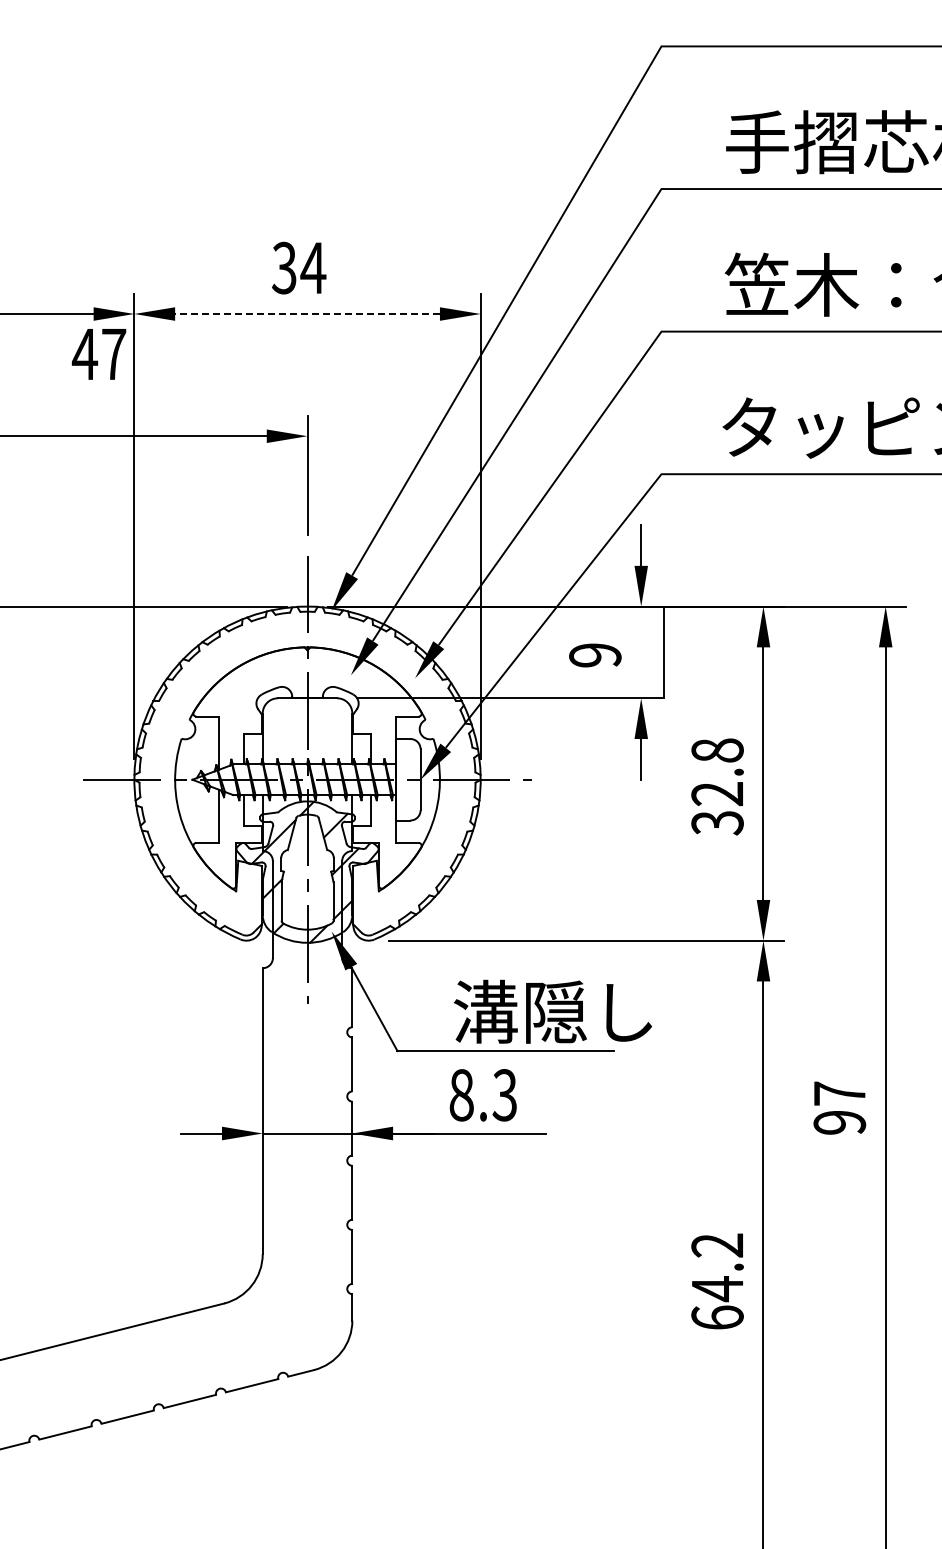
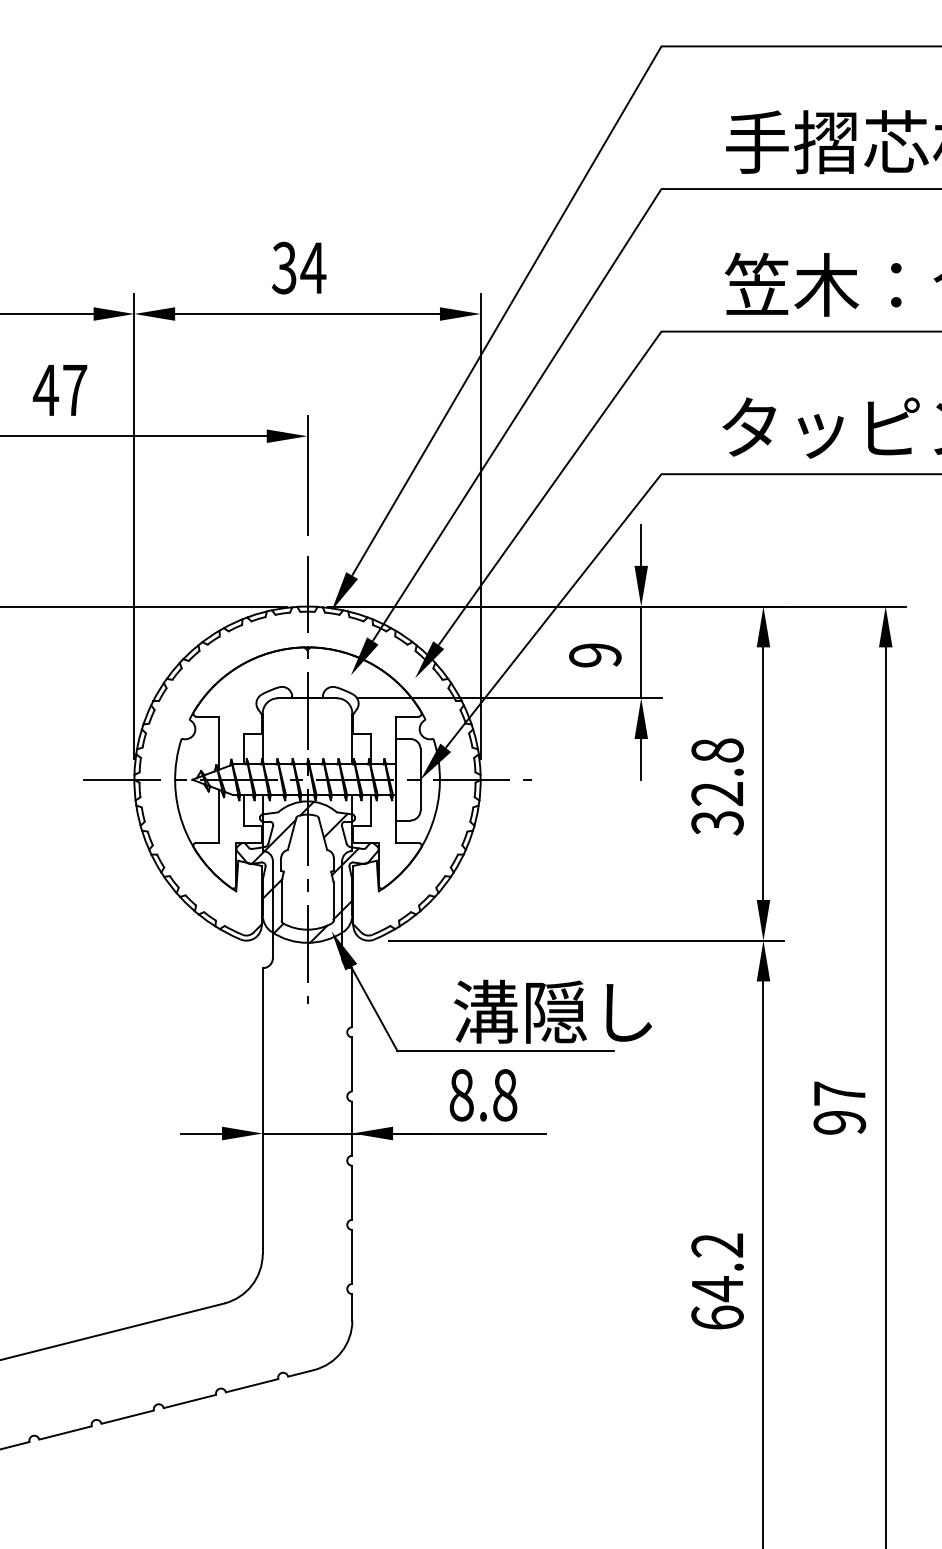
line at (307, 313): dashed -> solid
text at (98, 354) position: (98, 354) -> (59, 390)
line at (664, 652) position: (664, 652) -> (641, 652)
text at (504, 1095): 8.3 -> 8.8
